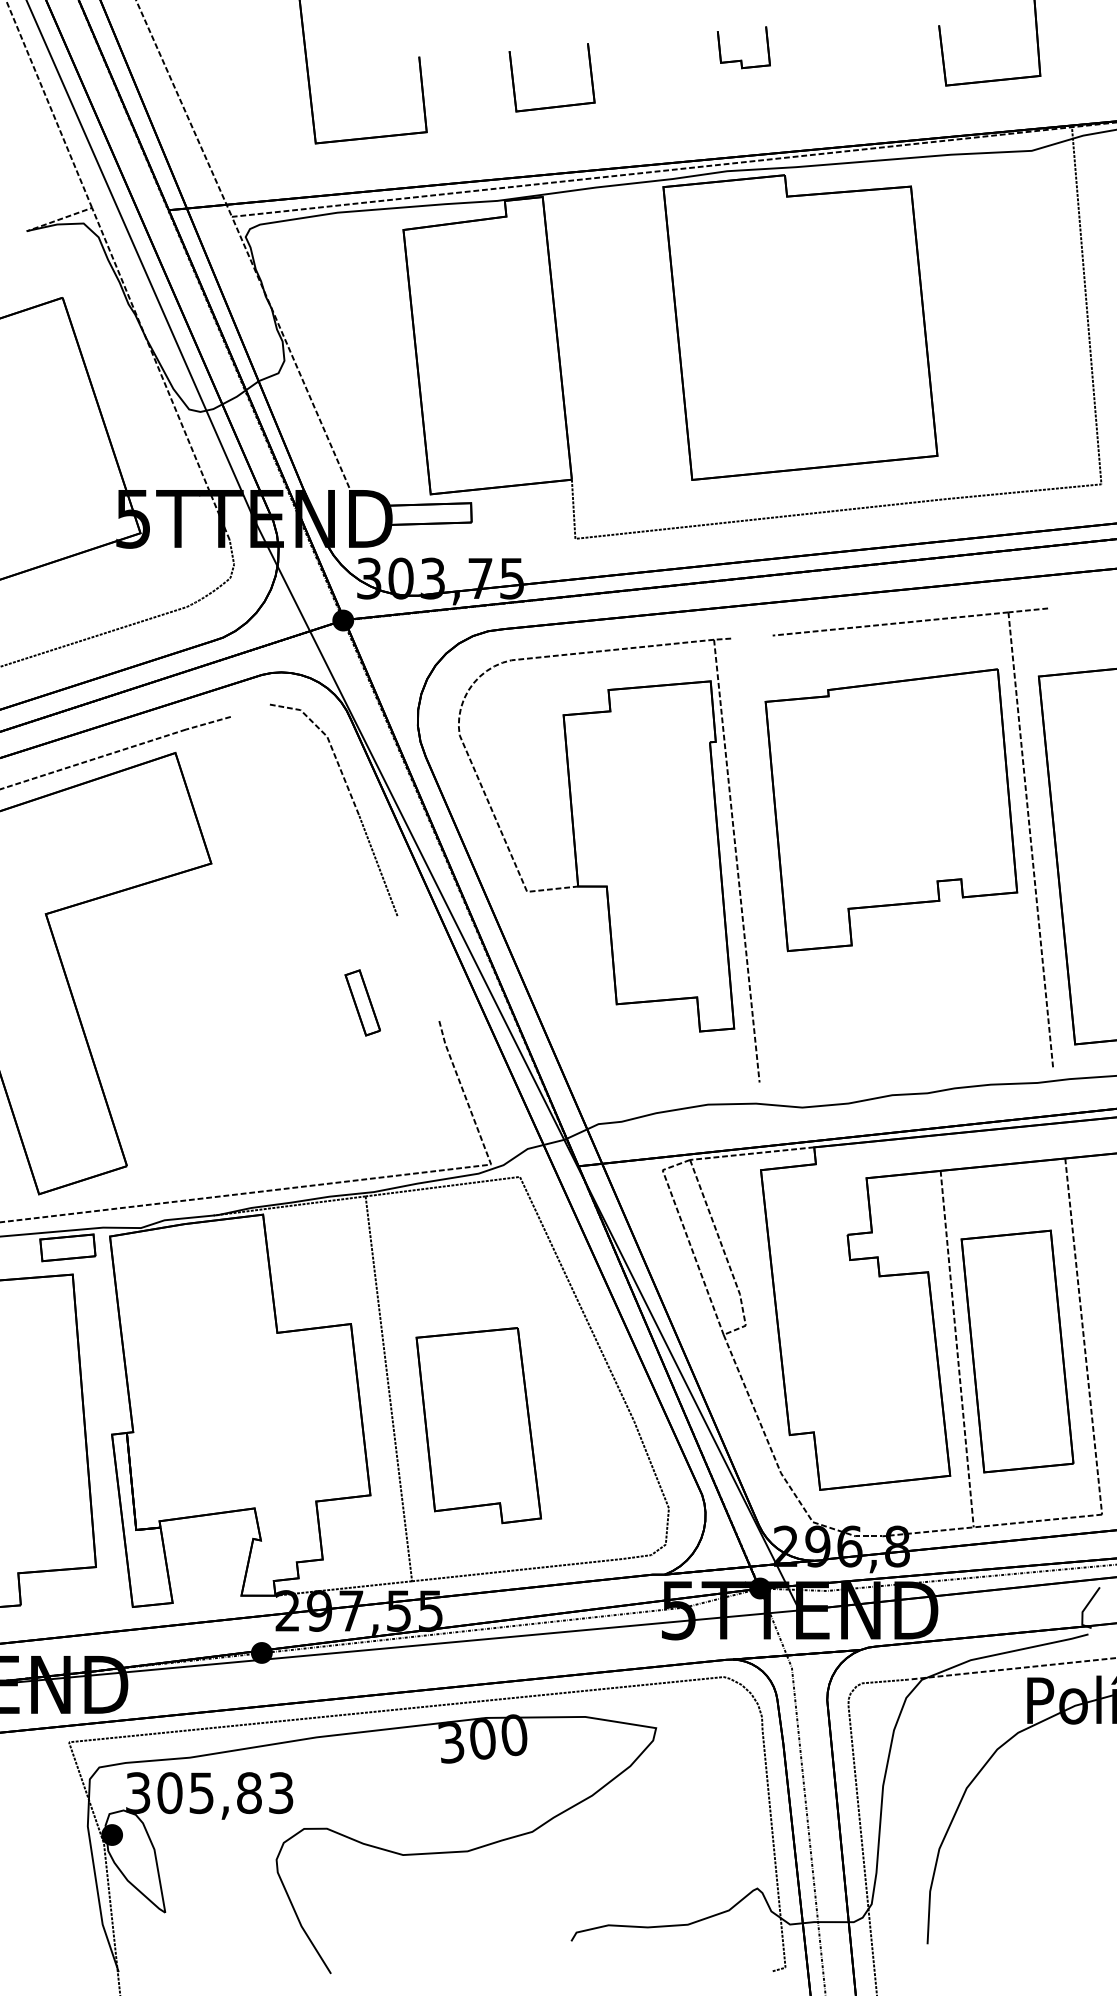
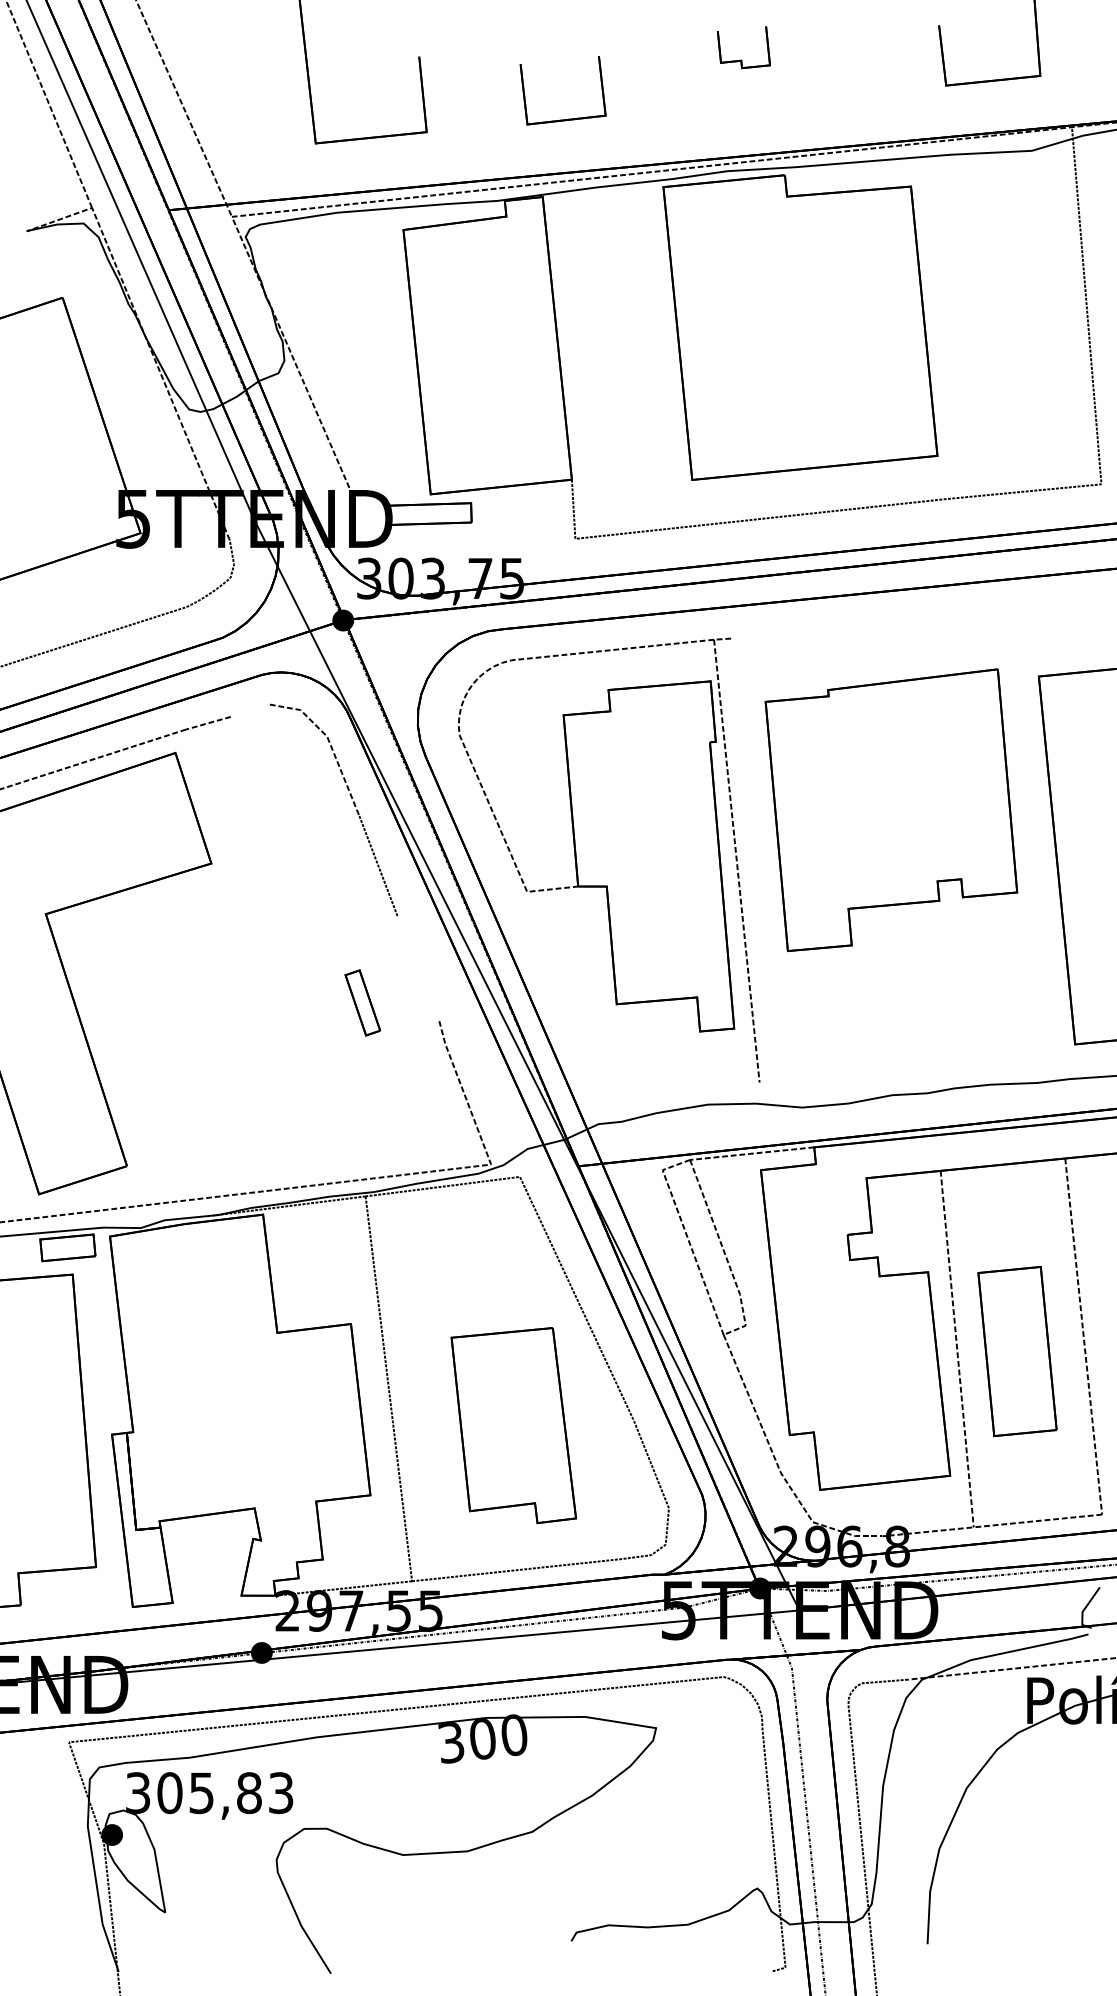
part at (557, 105) position: (557, 105) -> (568, 118)
part at (1028, 829): present -> none
part at (1017, 1351) size: 115x245 px -> 81x172 px
part at (478, 1425) position: (478, 1425) -> (513, 1425)
